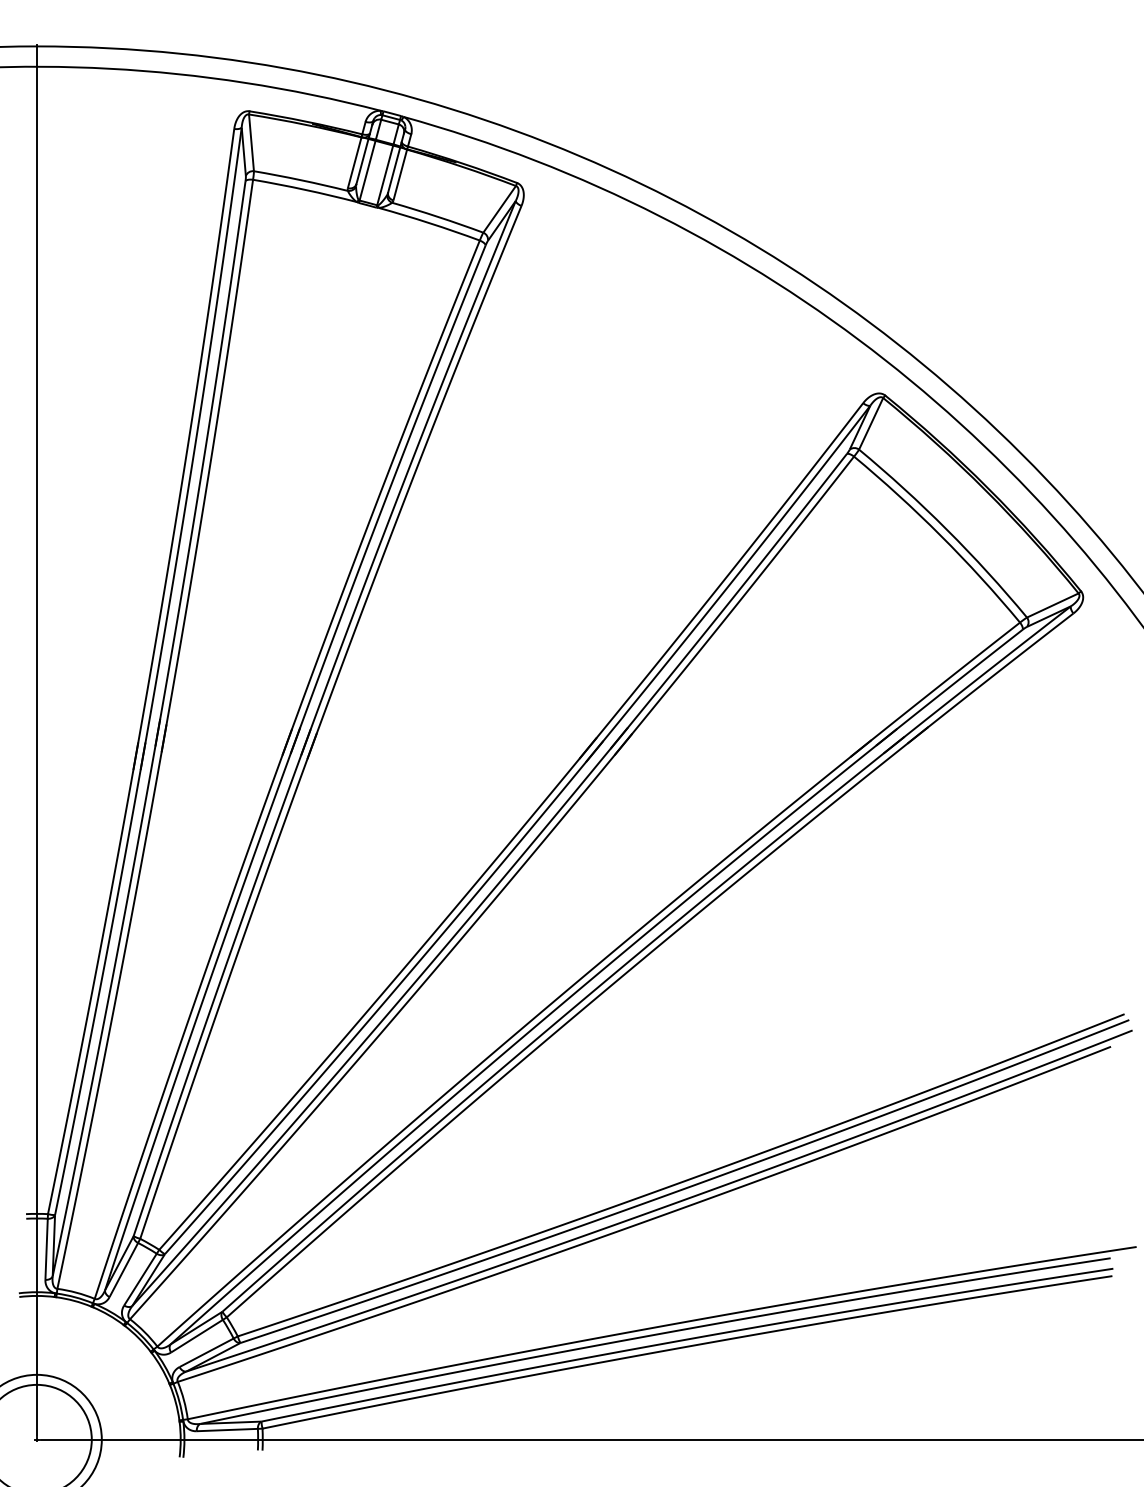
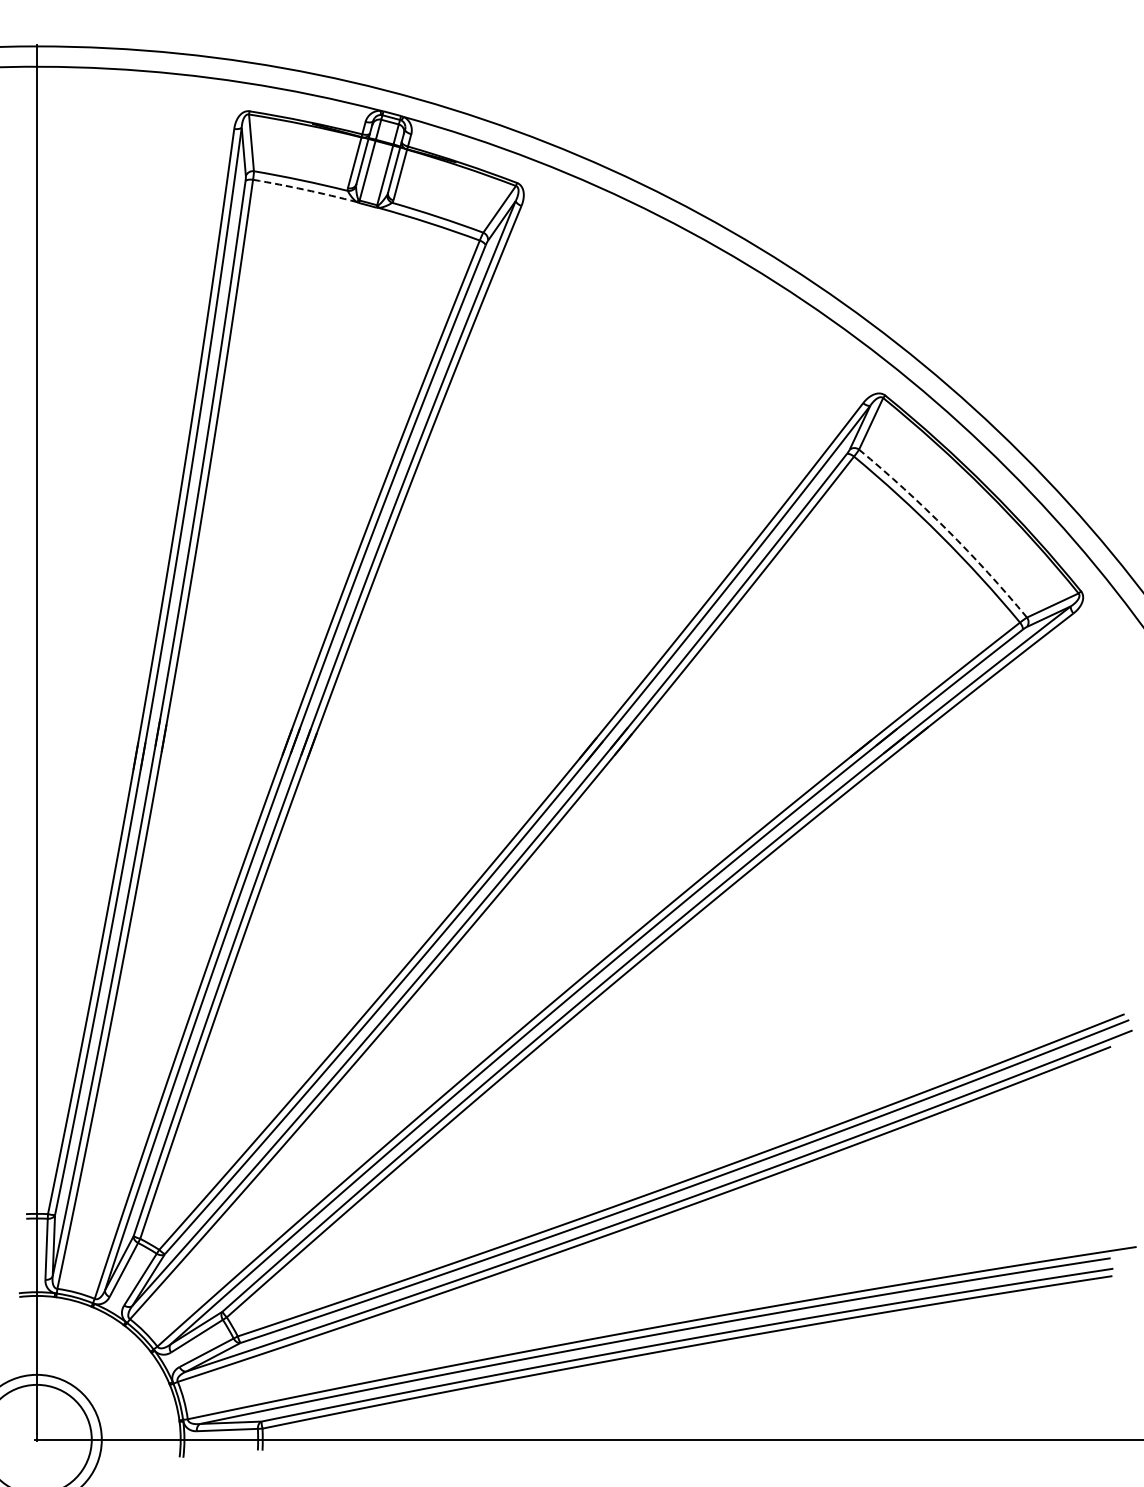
arc at (305, 189): solid -> dashed
arc at (946, 529): solid -> dashed
